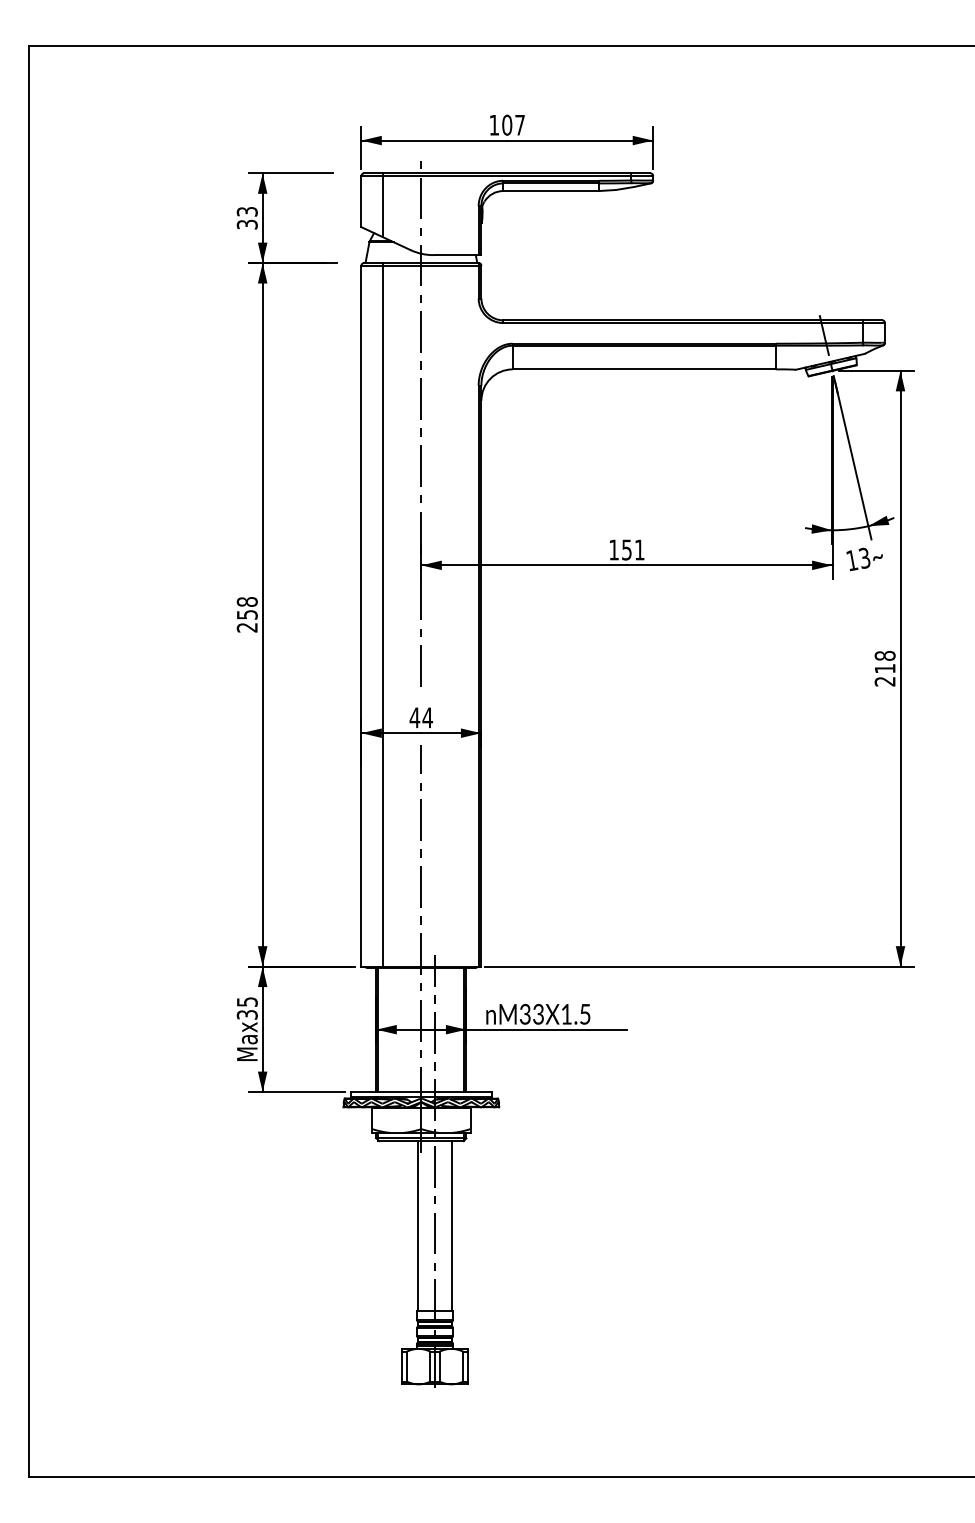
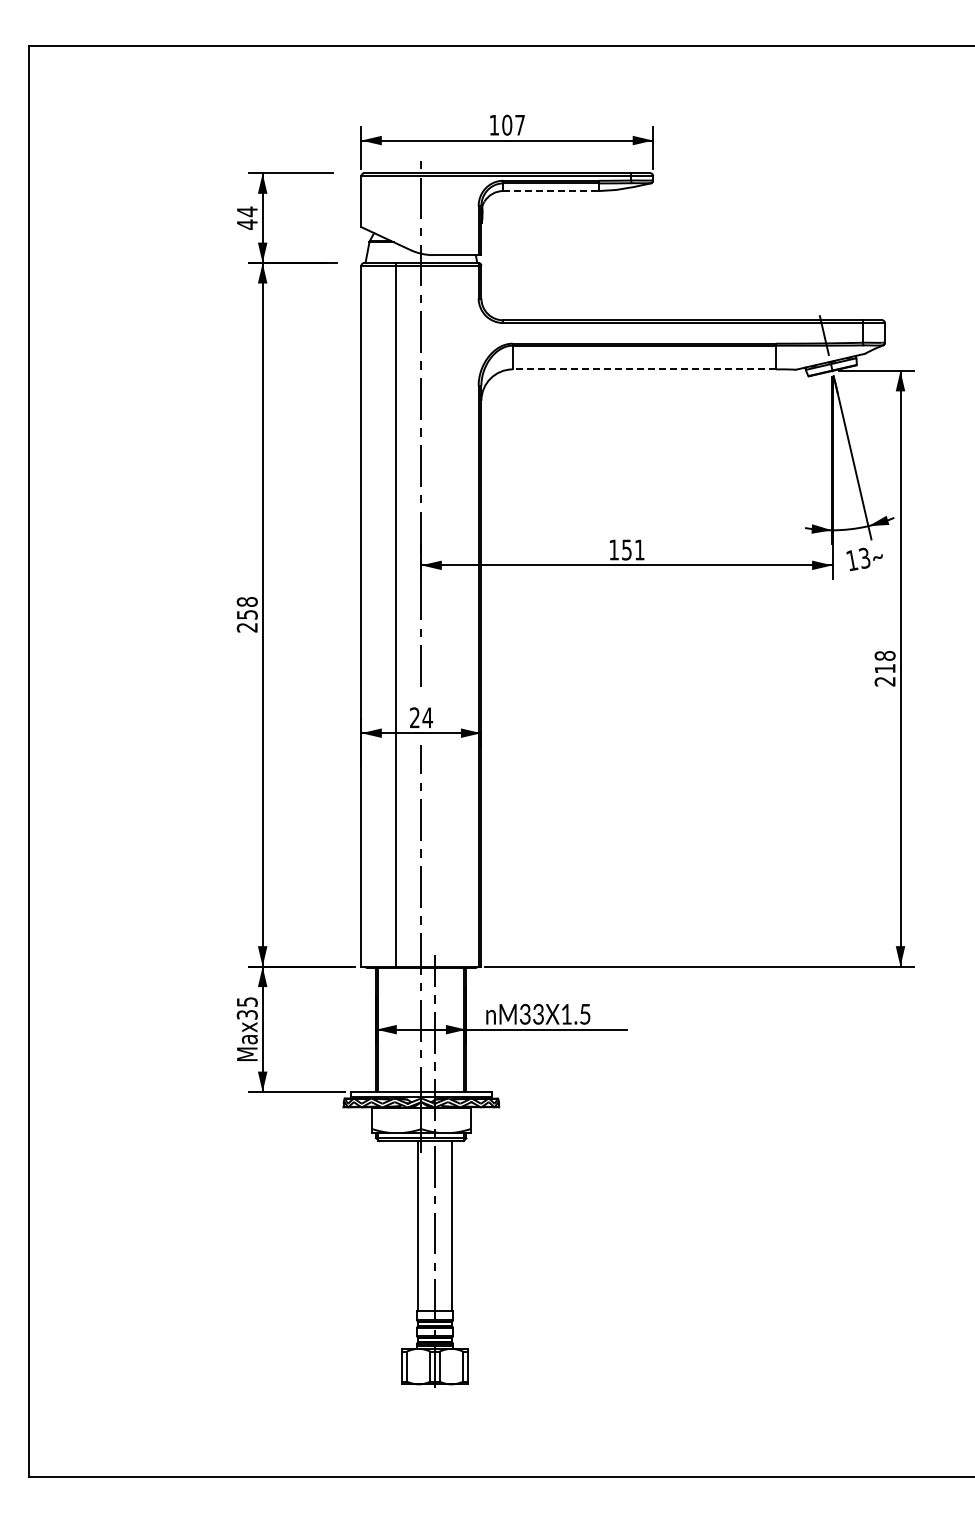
line at (550, 191): solid -> dashed
line at (383, 205): present -> none
text at (246, 217): 33 -> 44
line at (644, 369): solid -> dashed
line at (383, 614) position: (383, 614) -> (396, 614)
text at (414, 717): 44 -> 24
